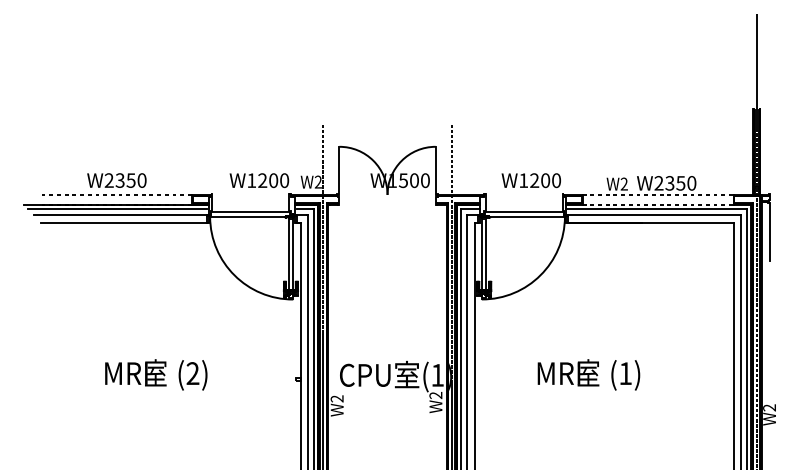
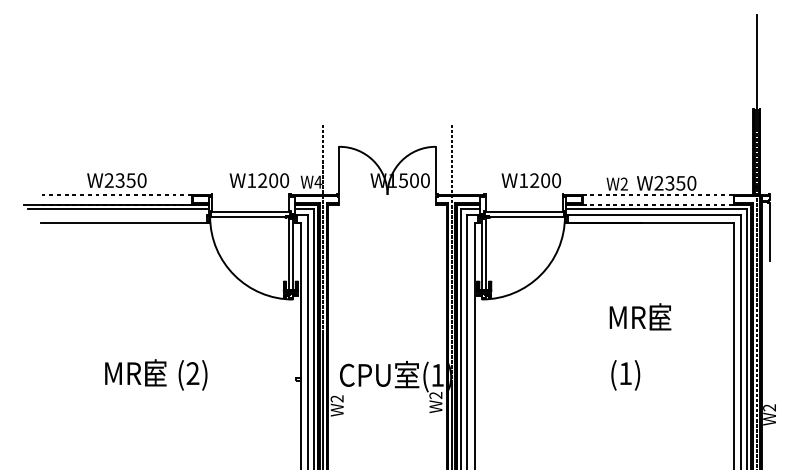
text at (318, 181): W2 -> W4
line at (120, 215): present -> none
text at (568, 372) position: (568, 372) -> (640, 316)
